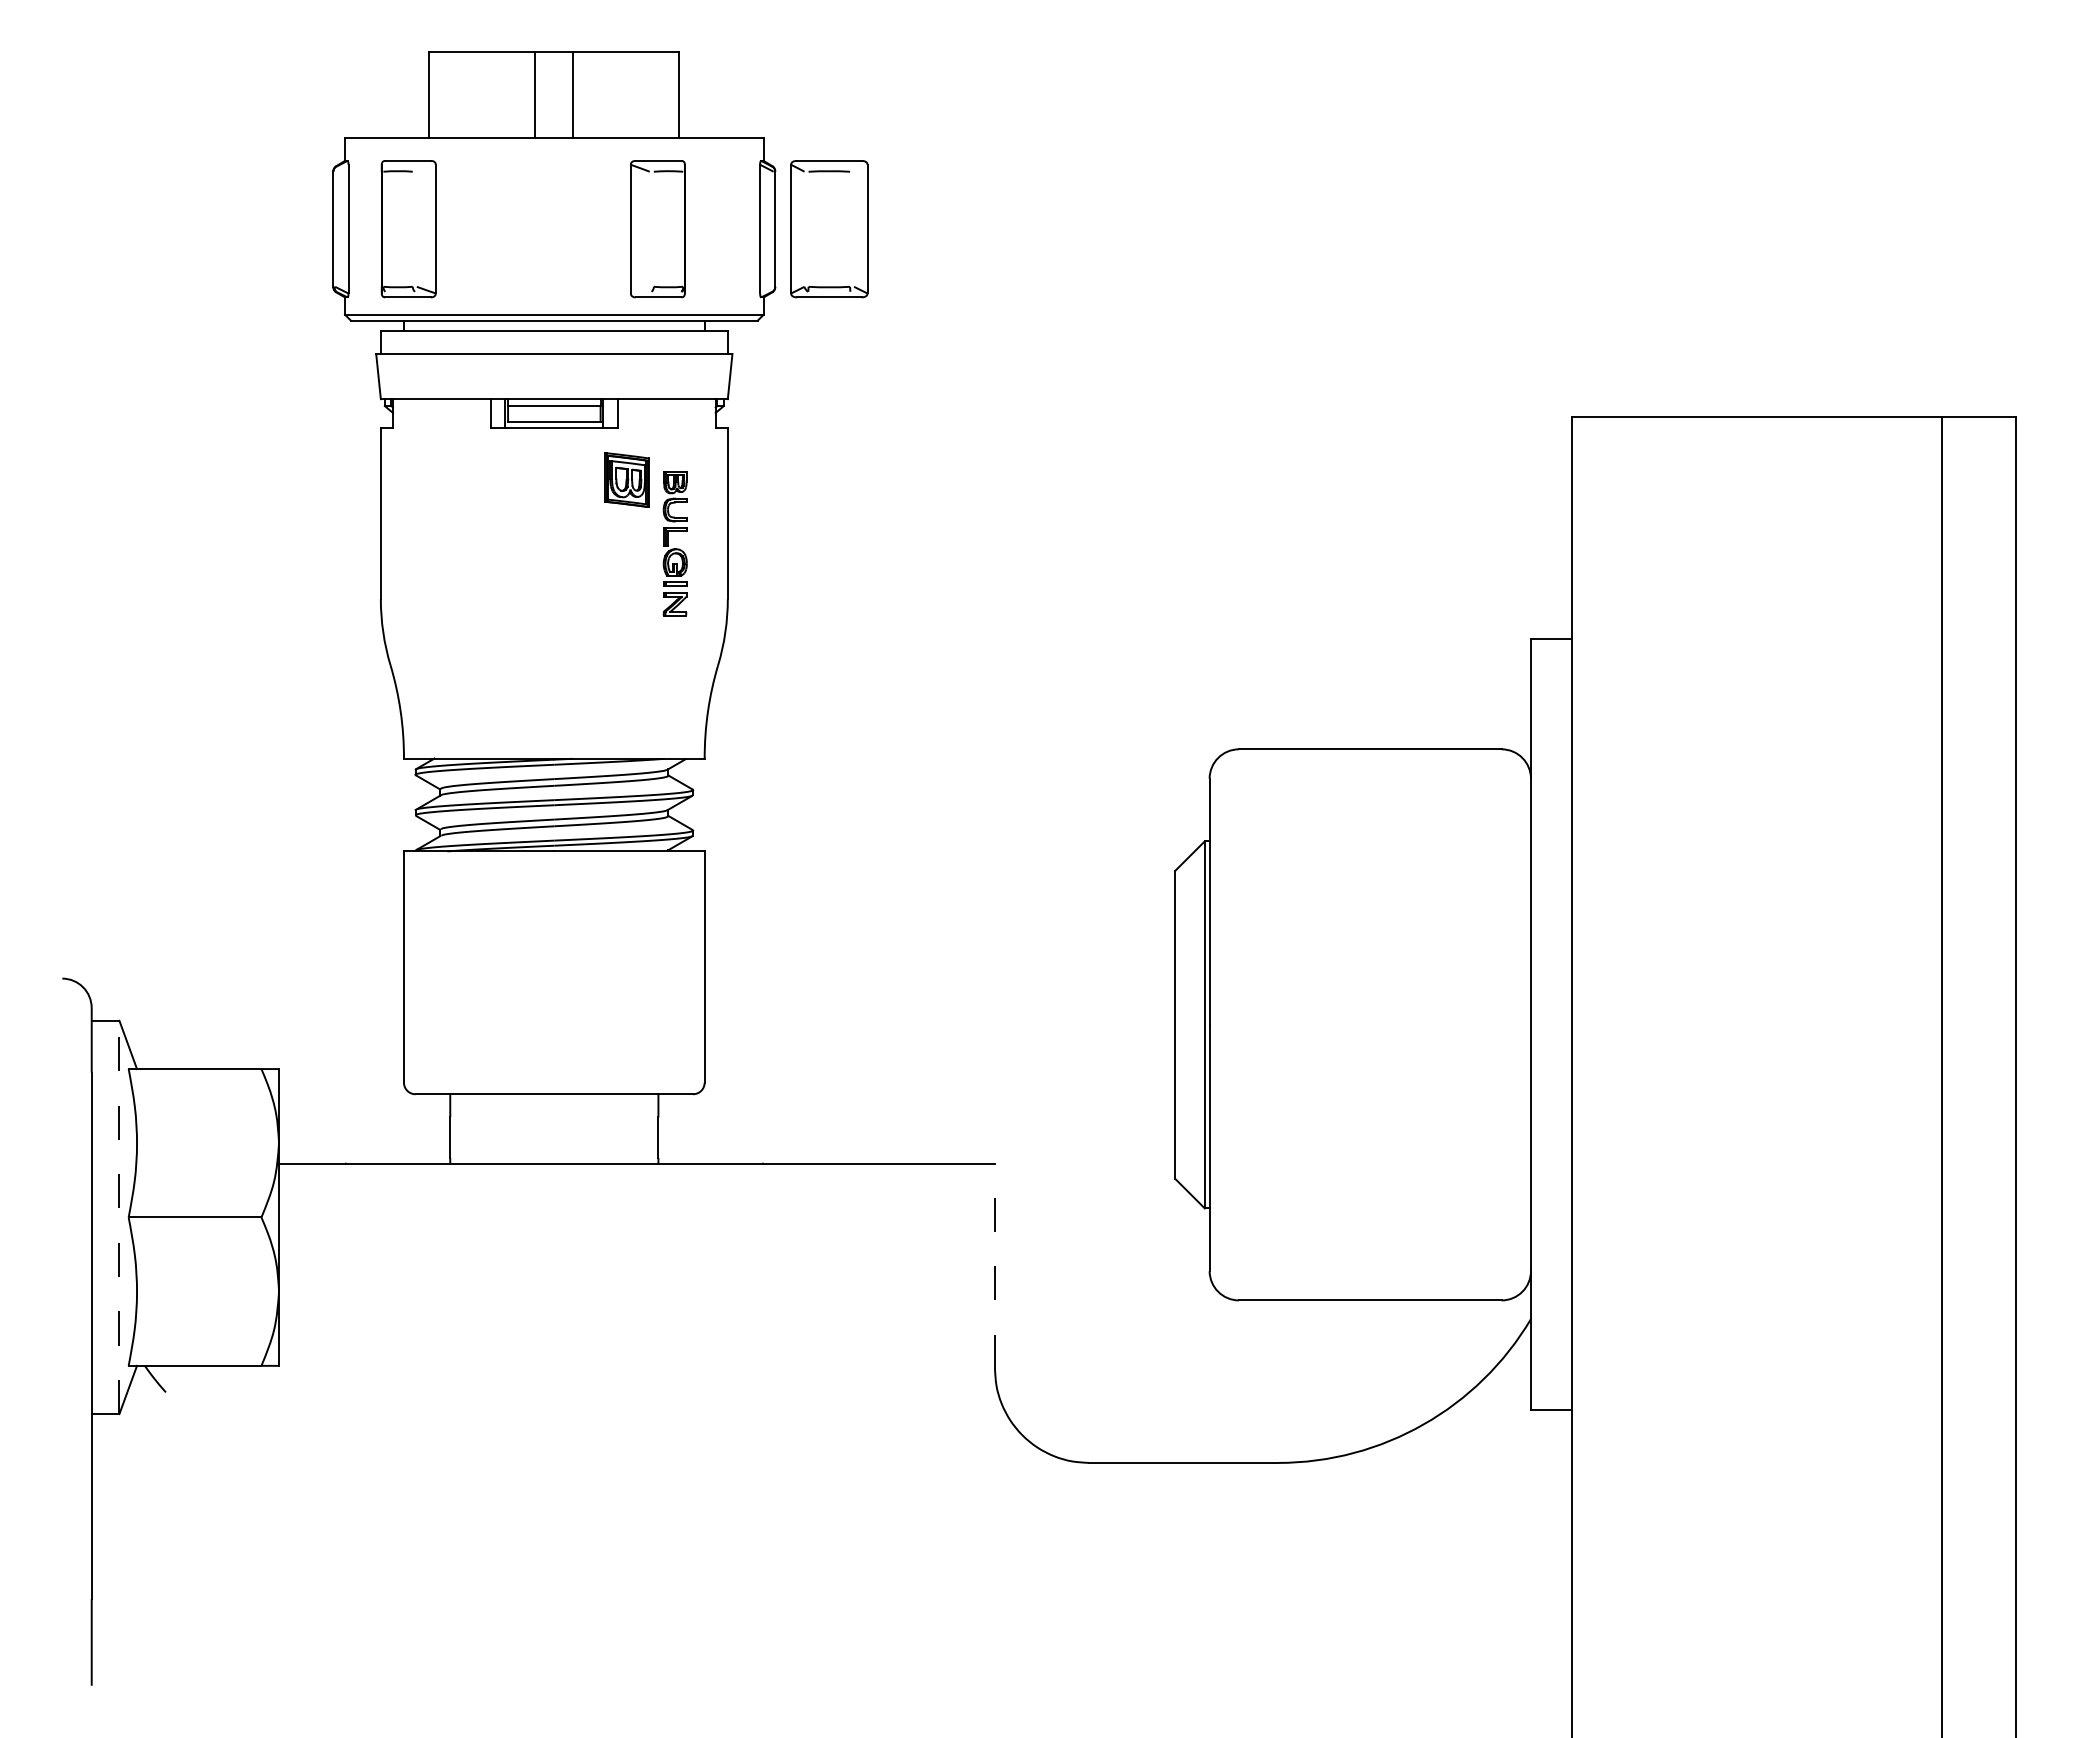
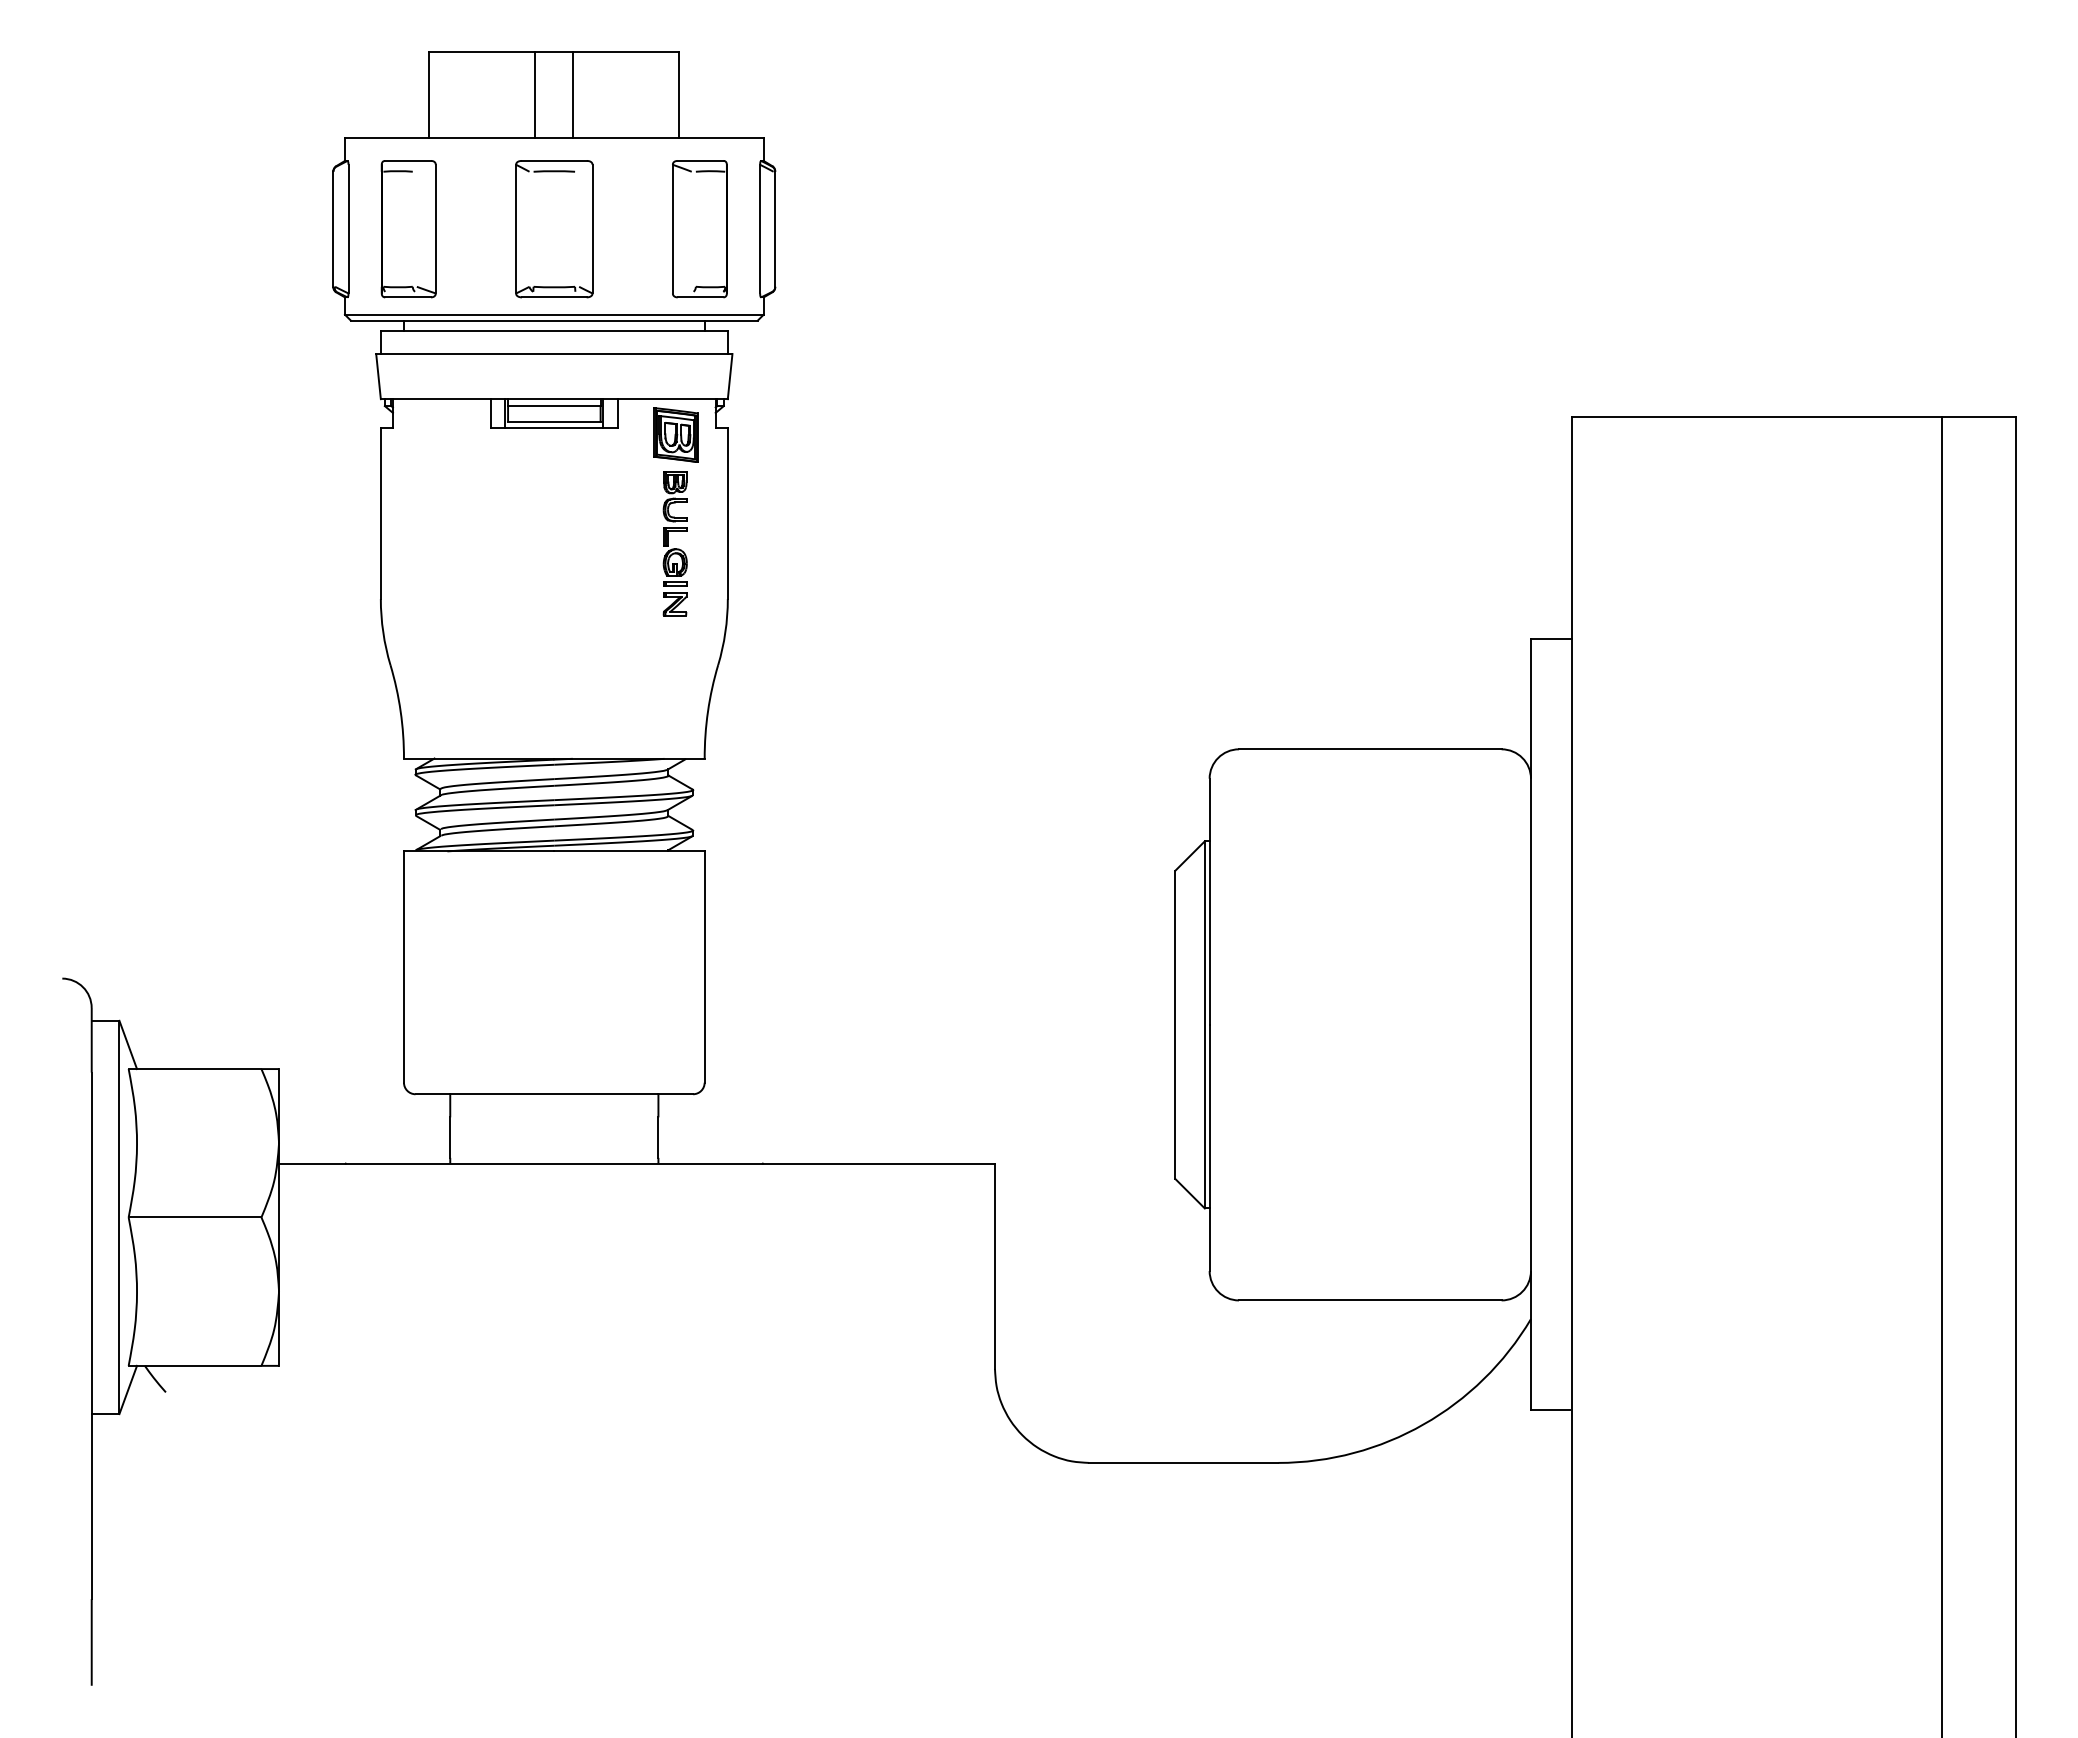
part at (657, 229) position: (657, 229) -> (699, 229)
part at (829, 229) position: (829, 229) -> (554, 229)
part at (626, 479) position: (626, 479) -> (675, 434)
line at (119, 1217): dashed -> solid
line at (994, 1266): dashed -> solid
